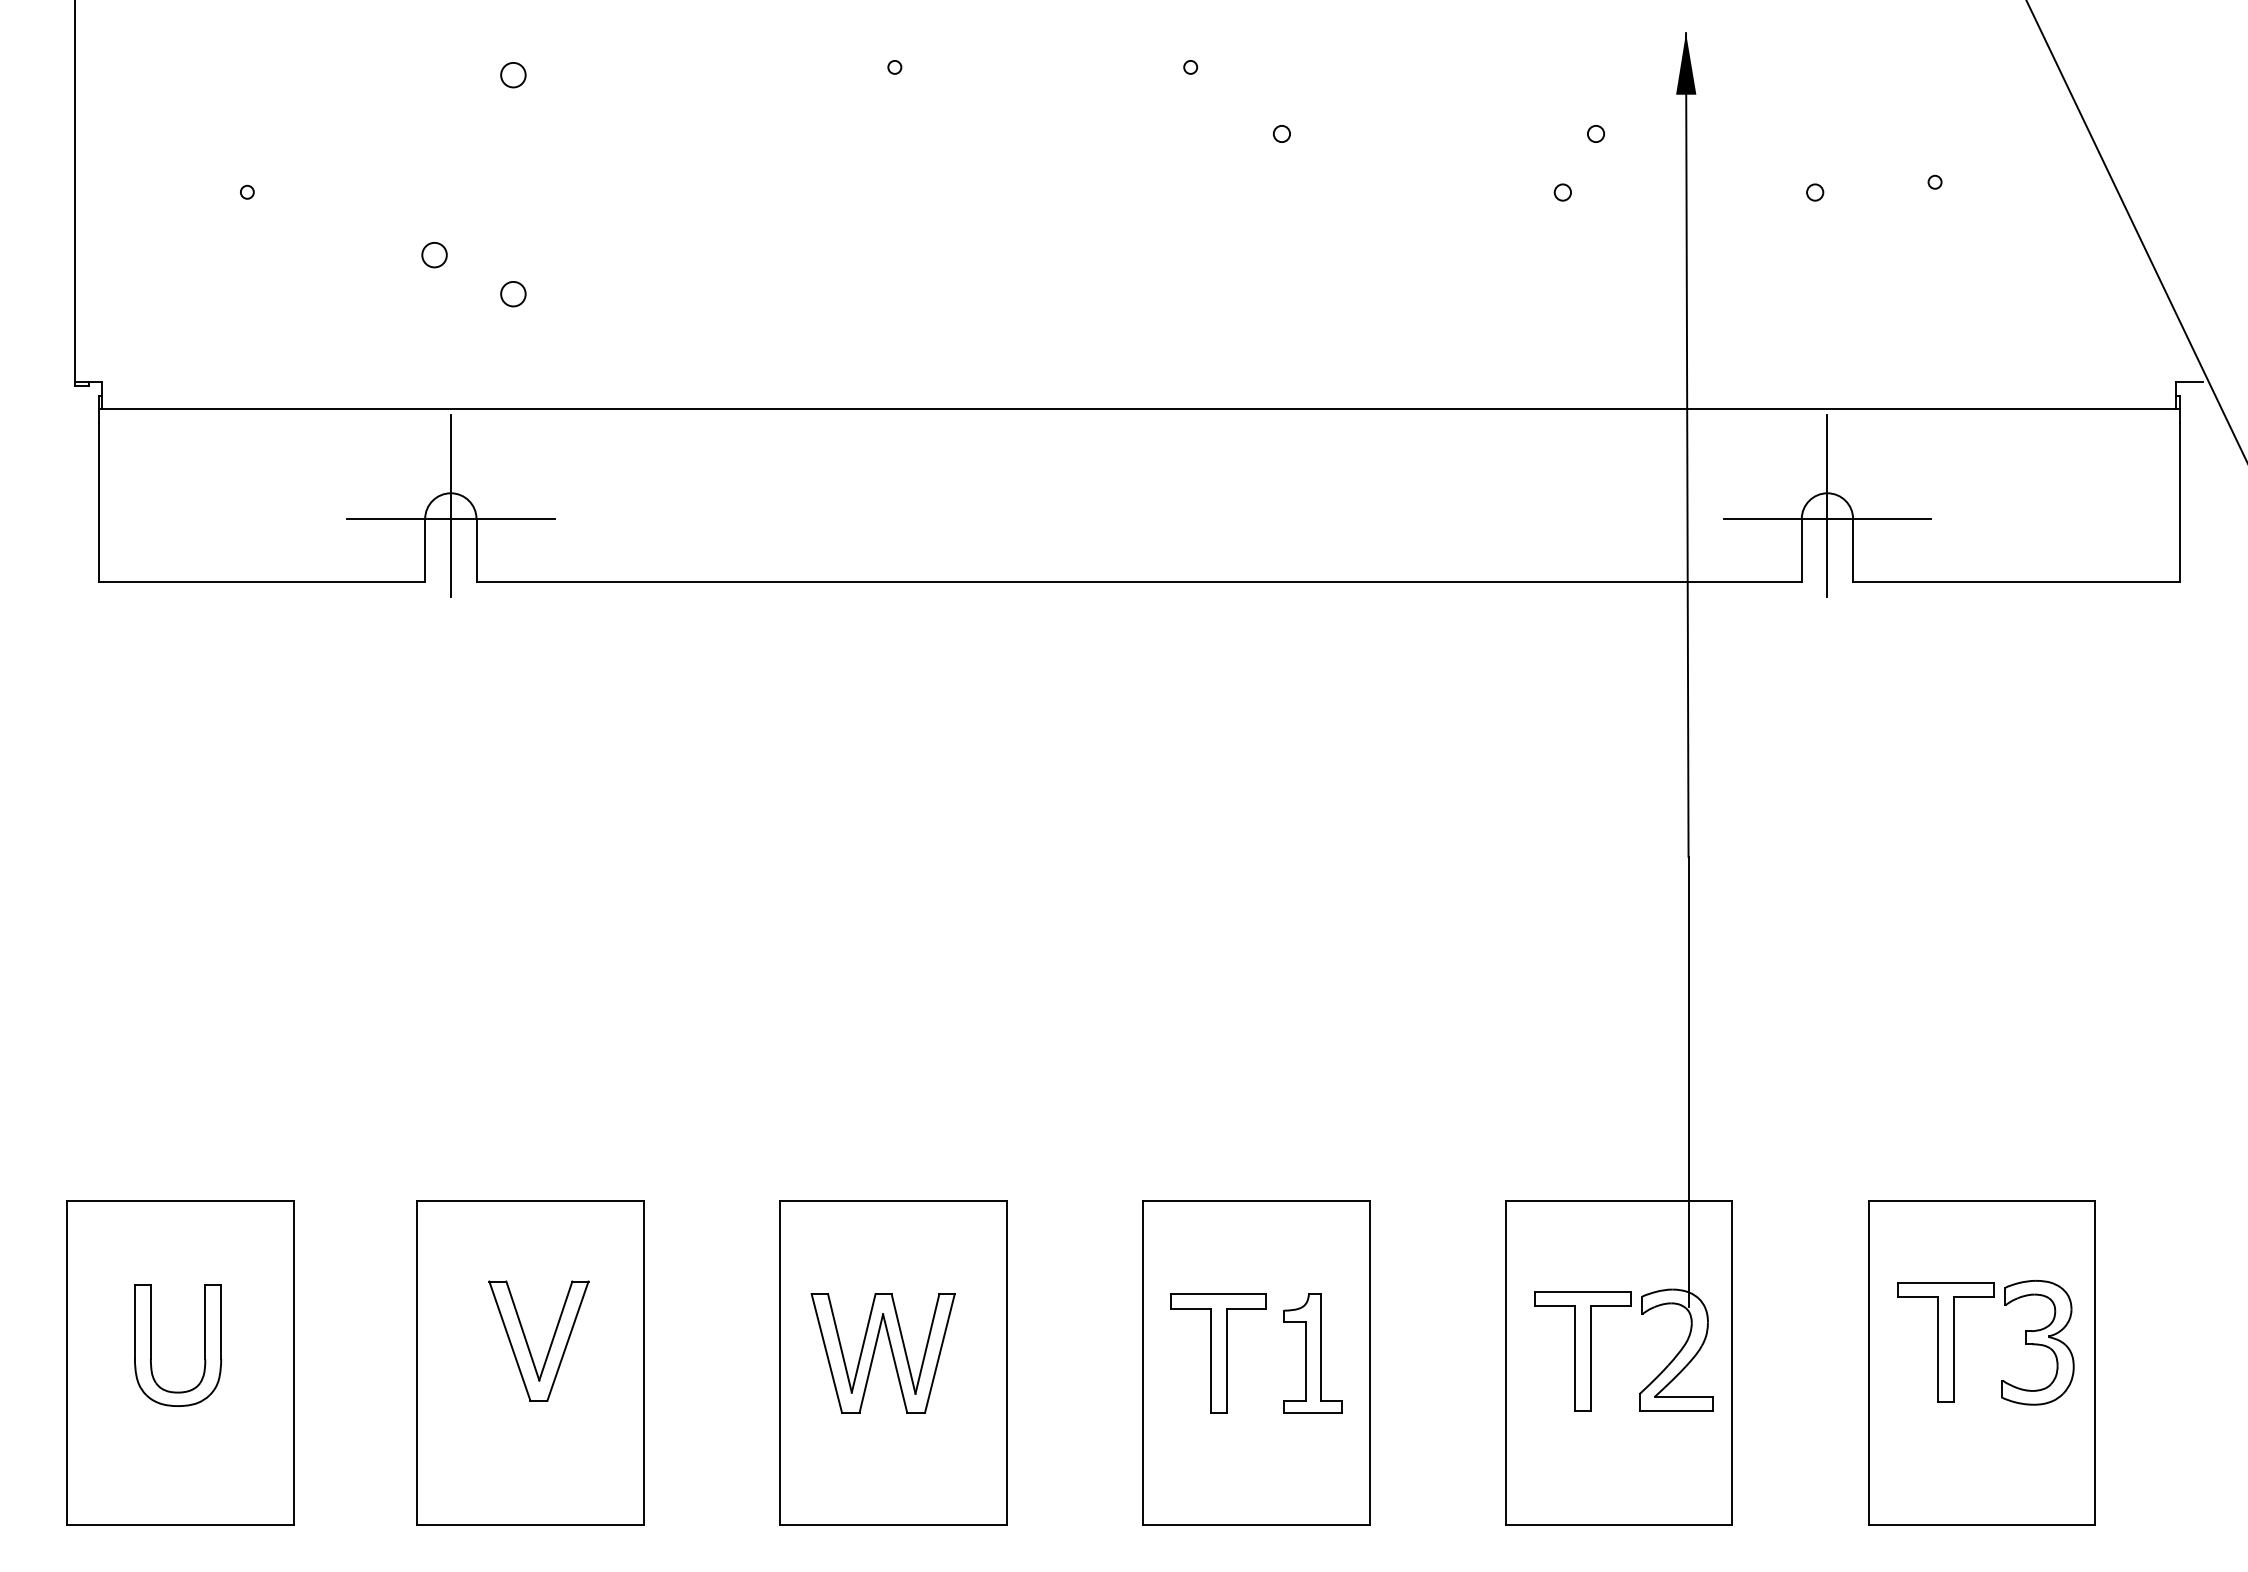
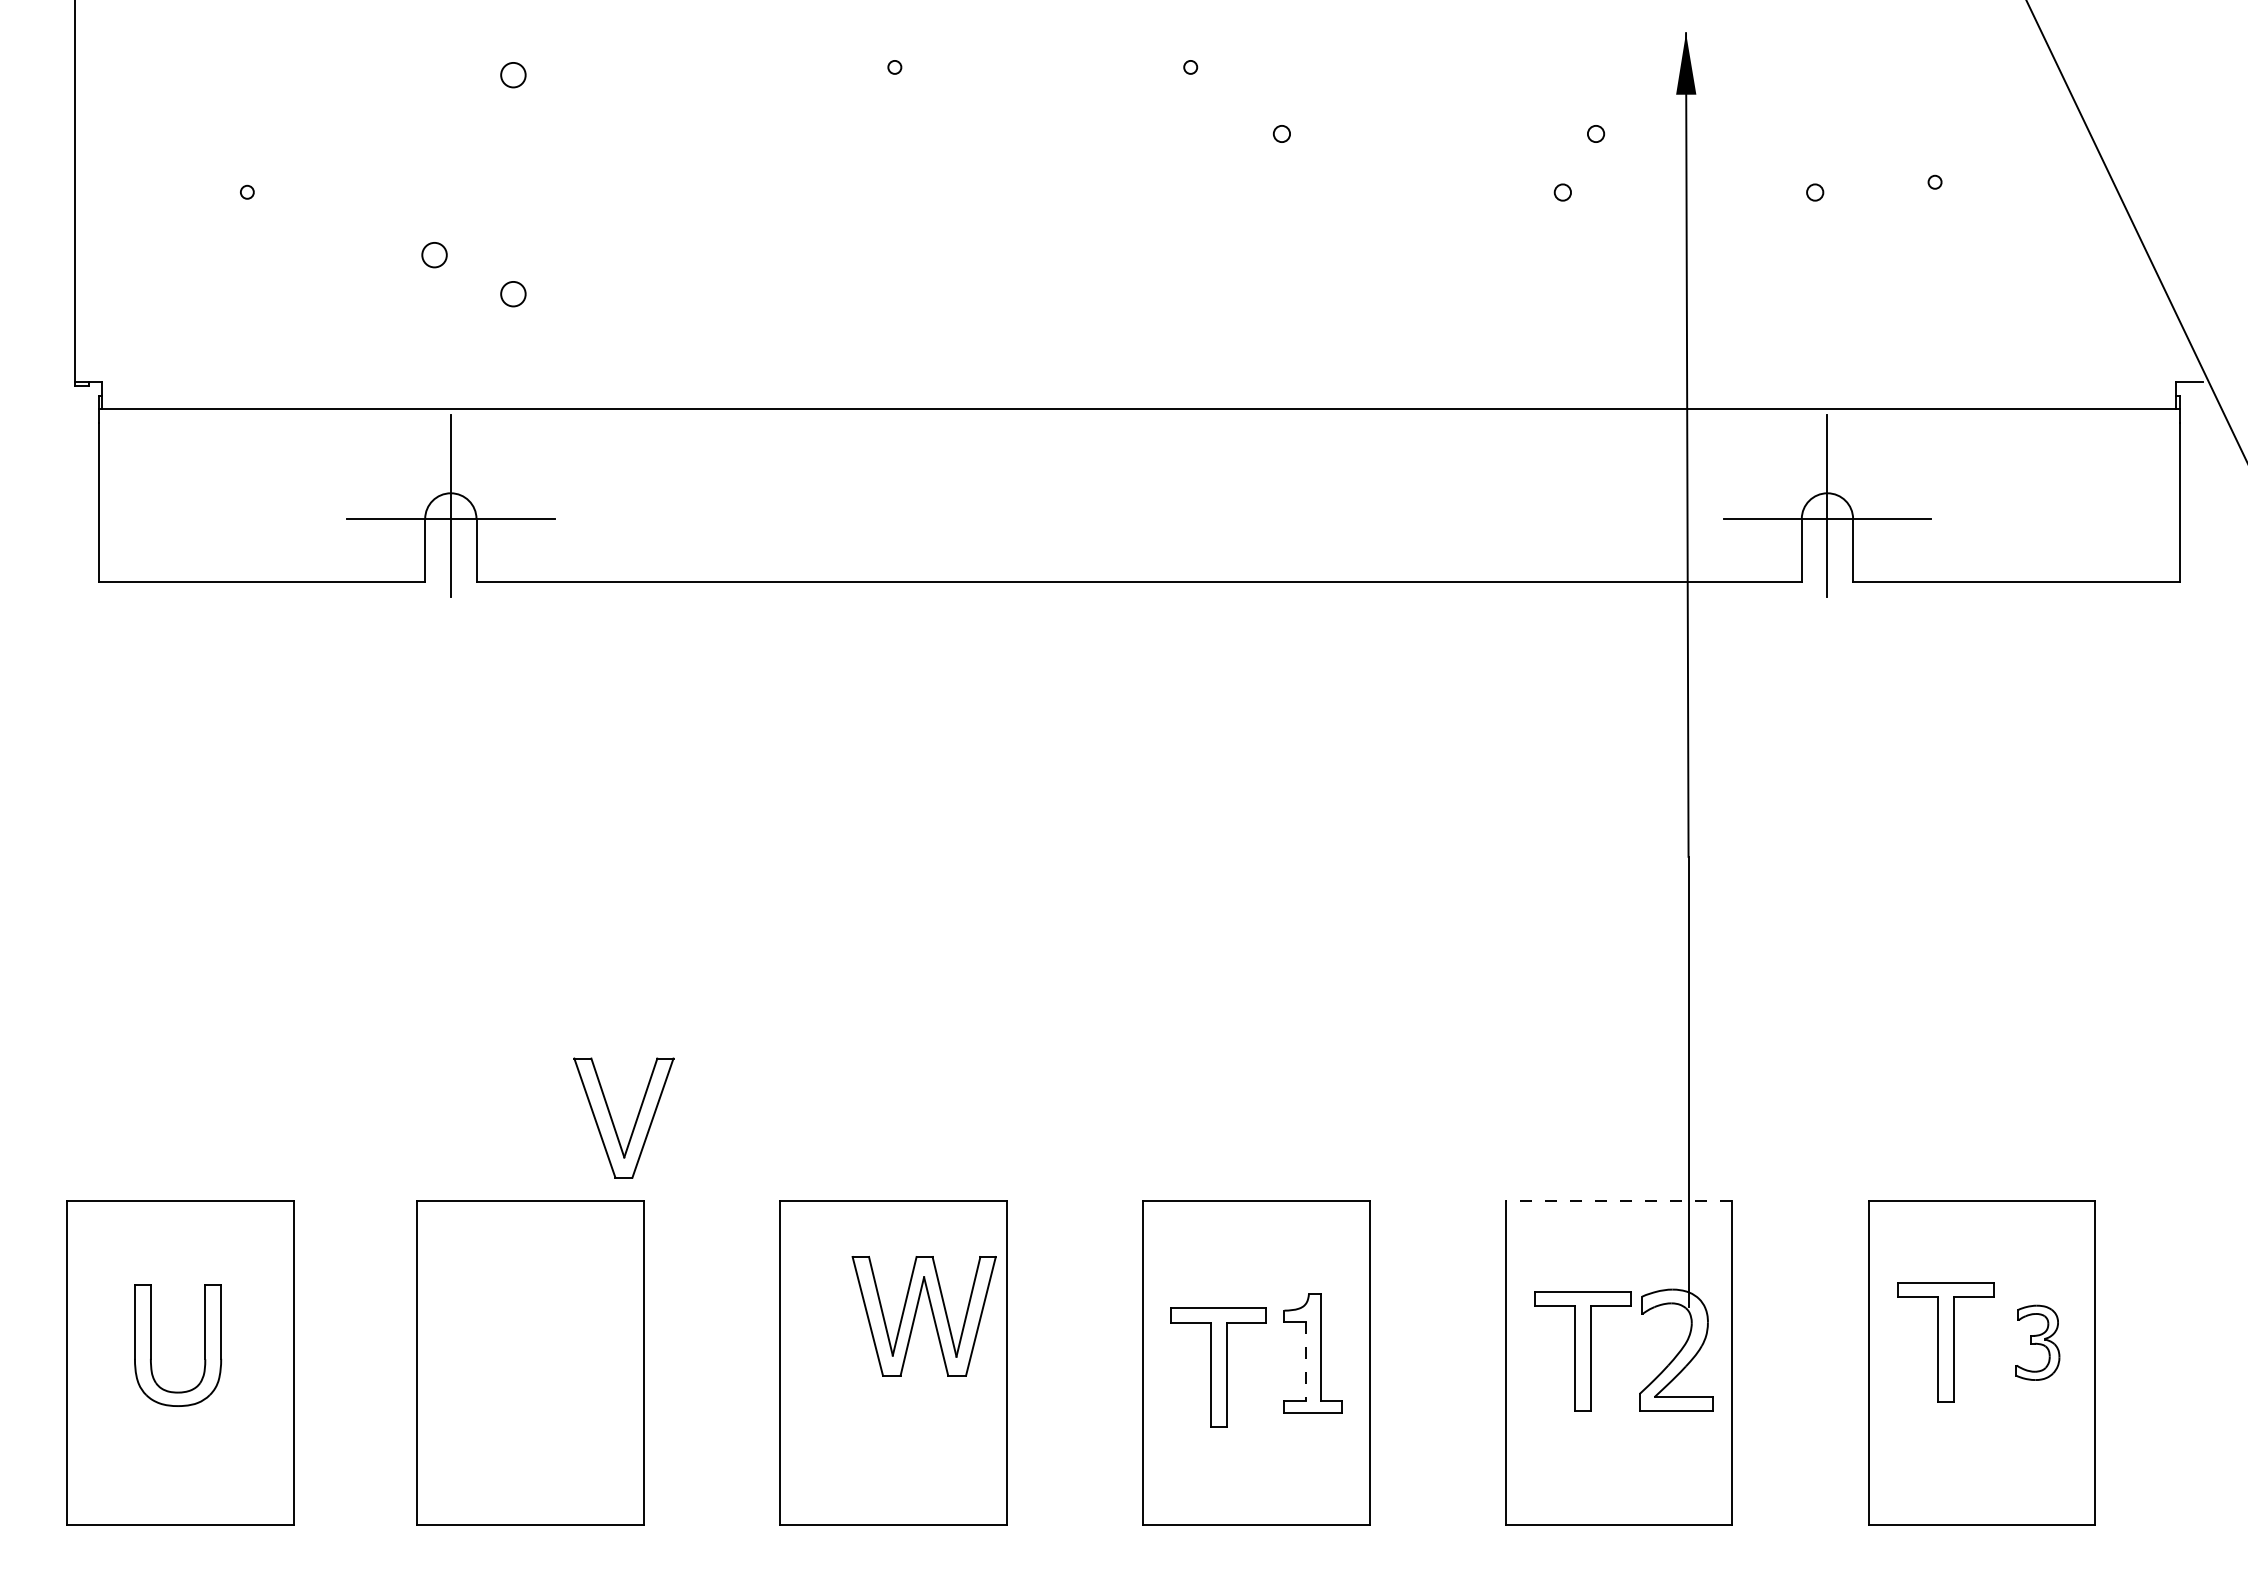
line at (1618, 1200): solid -> dashed
part at (2037, 1342) size: 74x126 px -> 46x77 px
part at (528, 1344) position: (528, 1344) -> (613, 1121)
part at (875, 1351) position: (875, 1351) -> (916, 1314)
part at (1218, 1353) position: (1218, 1353) -> (1218, 1367)
line at (1305, 1361): solid -> dashed
